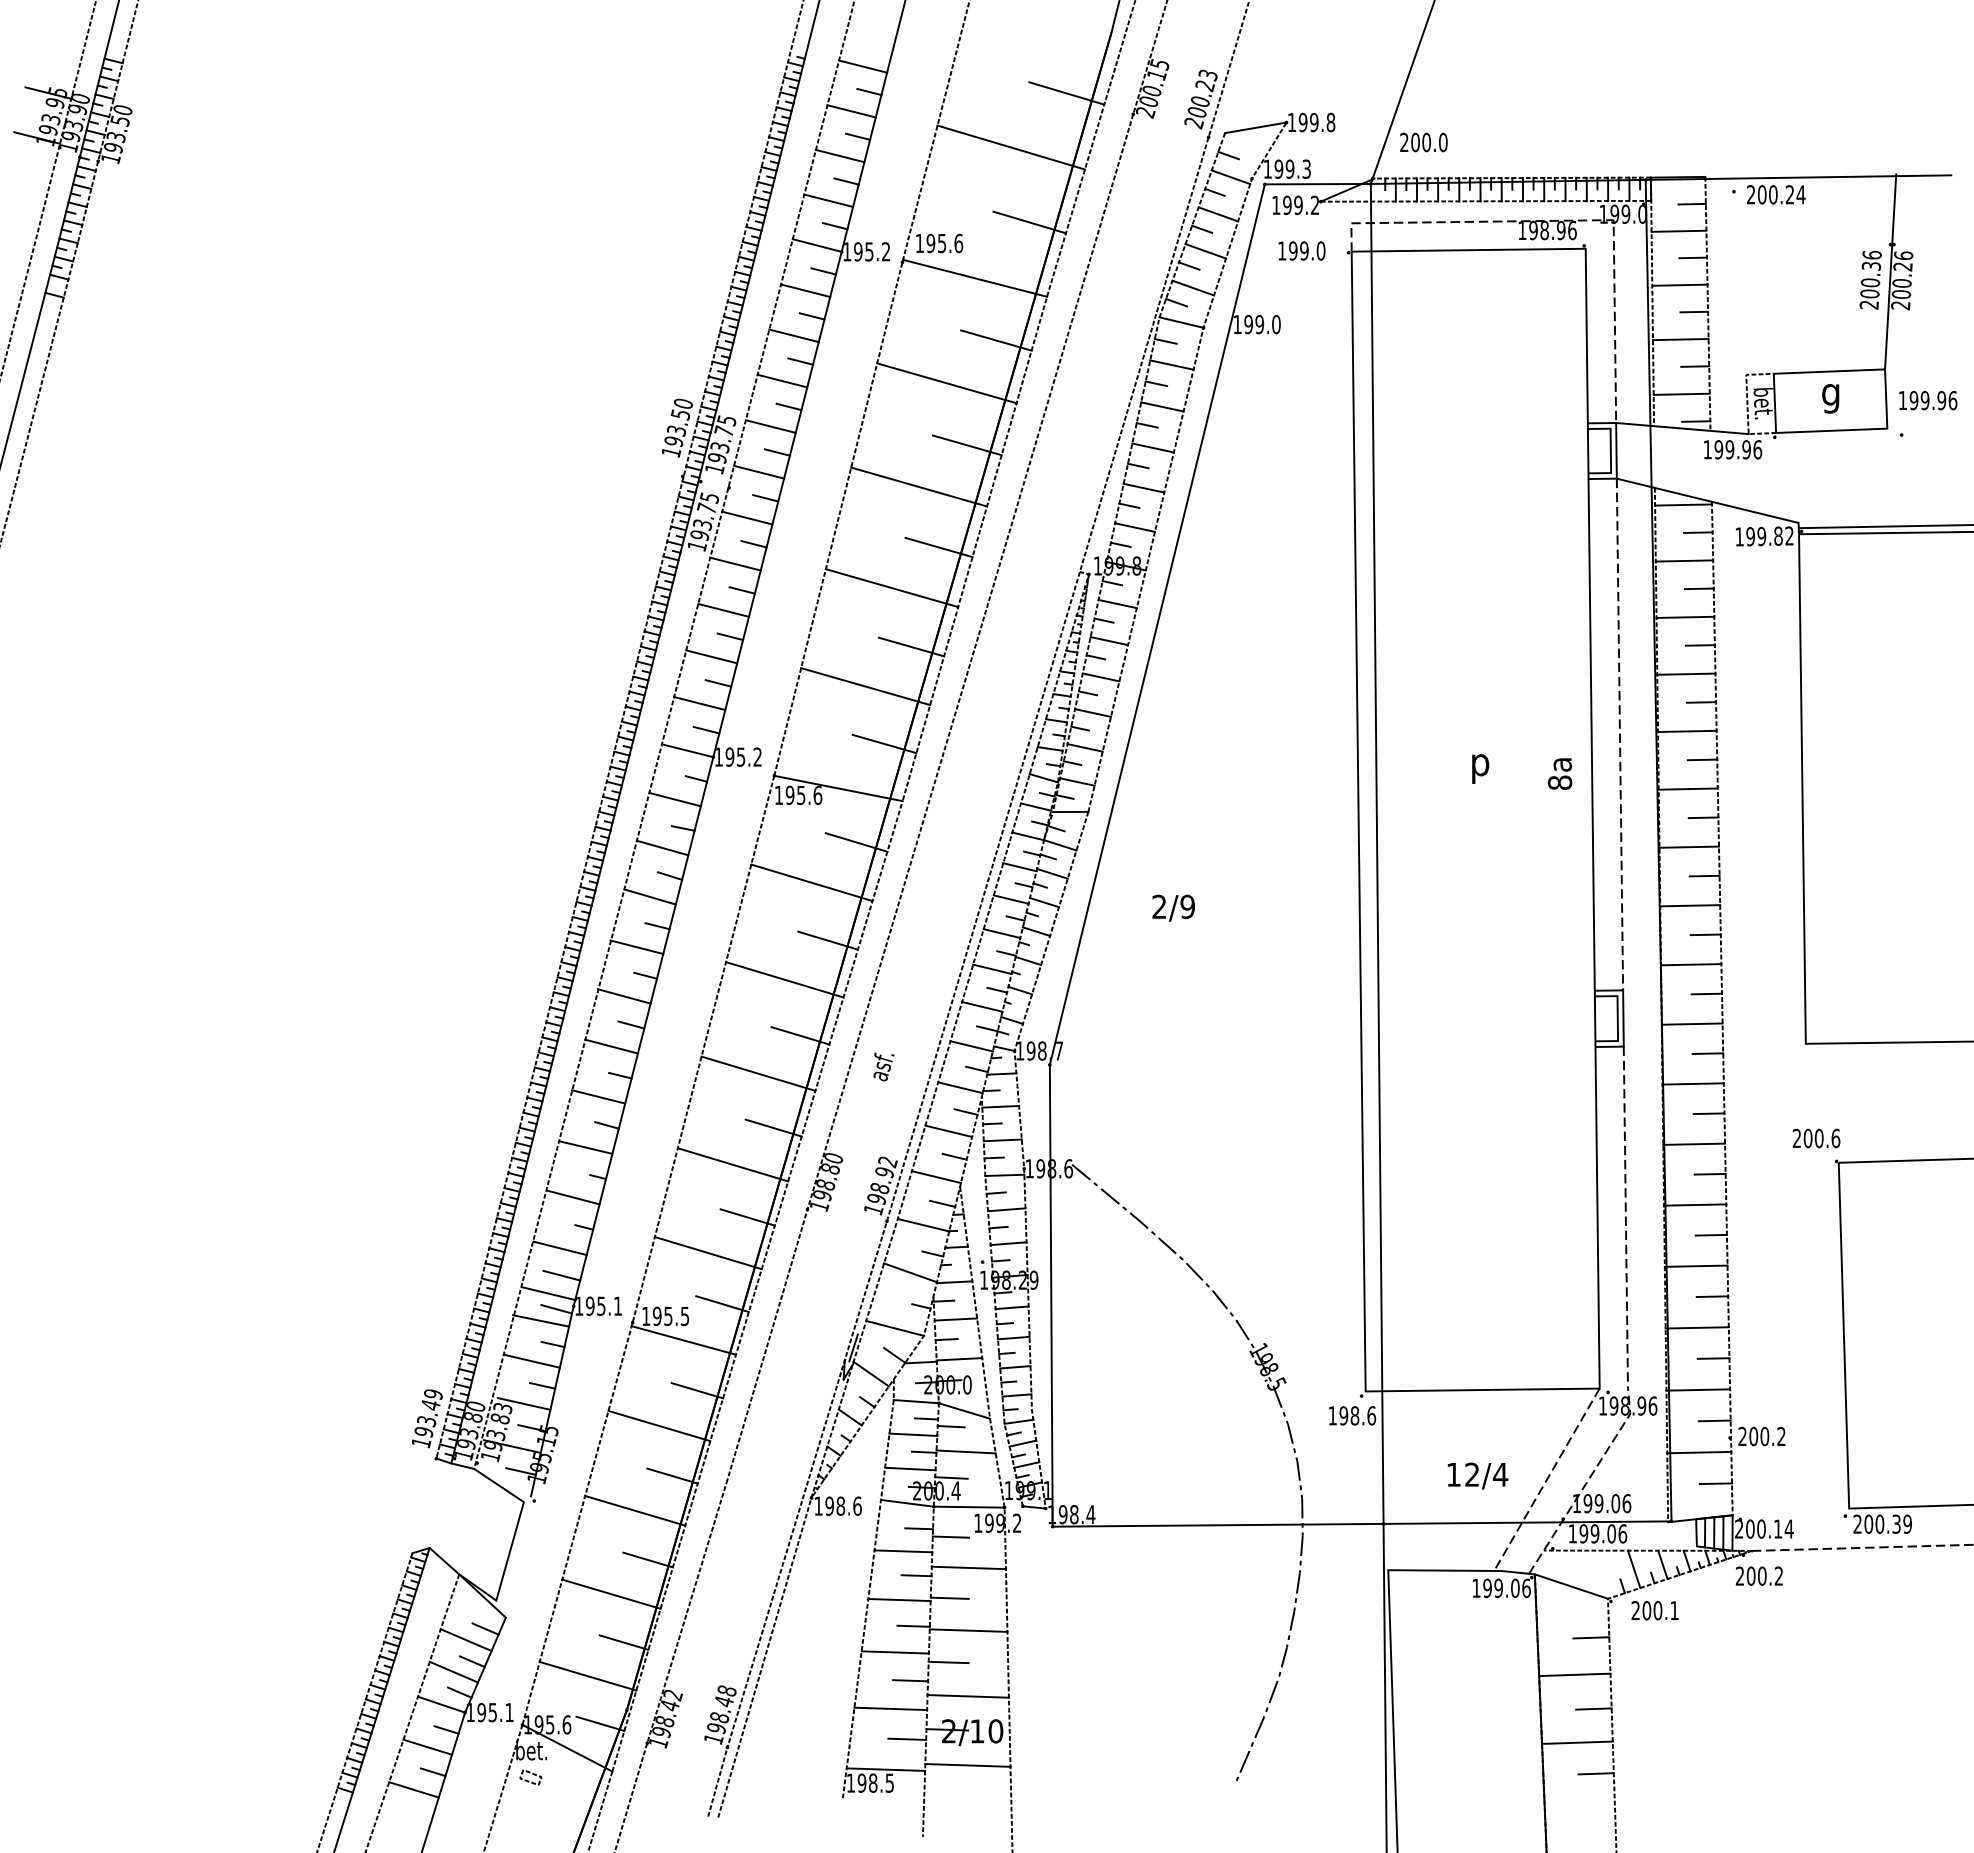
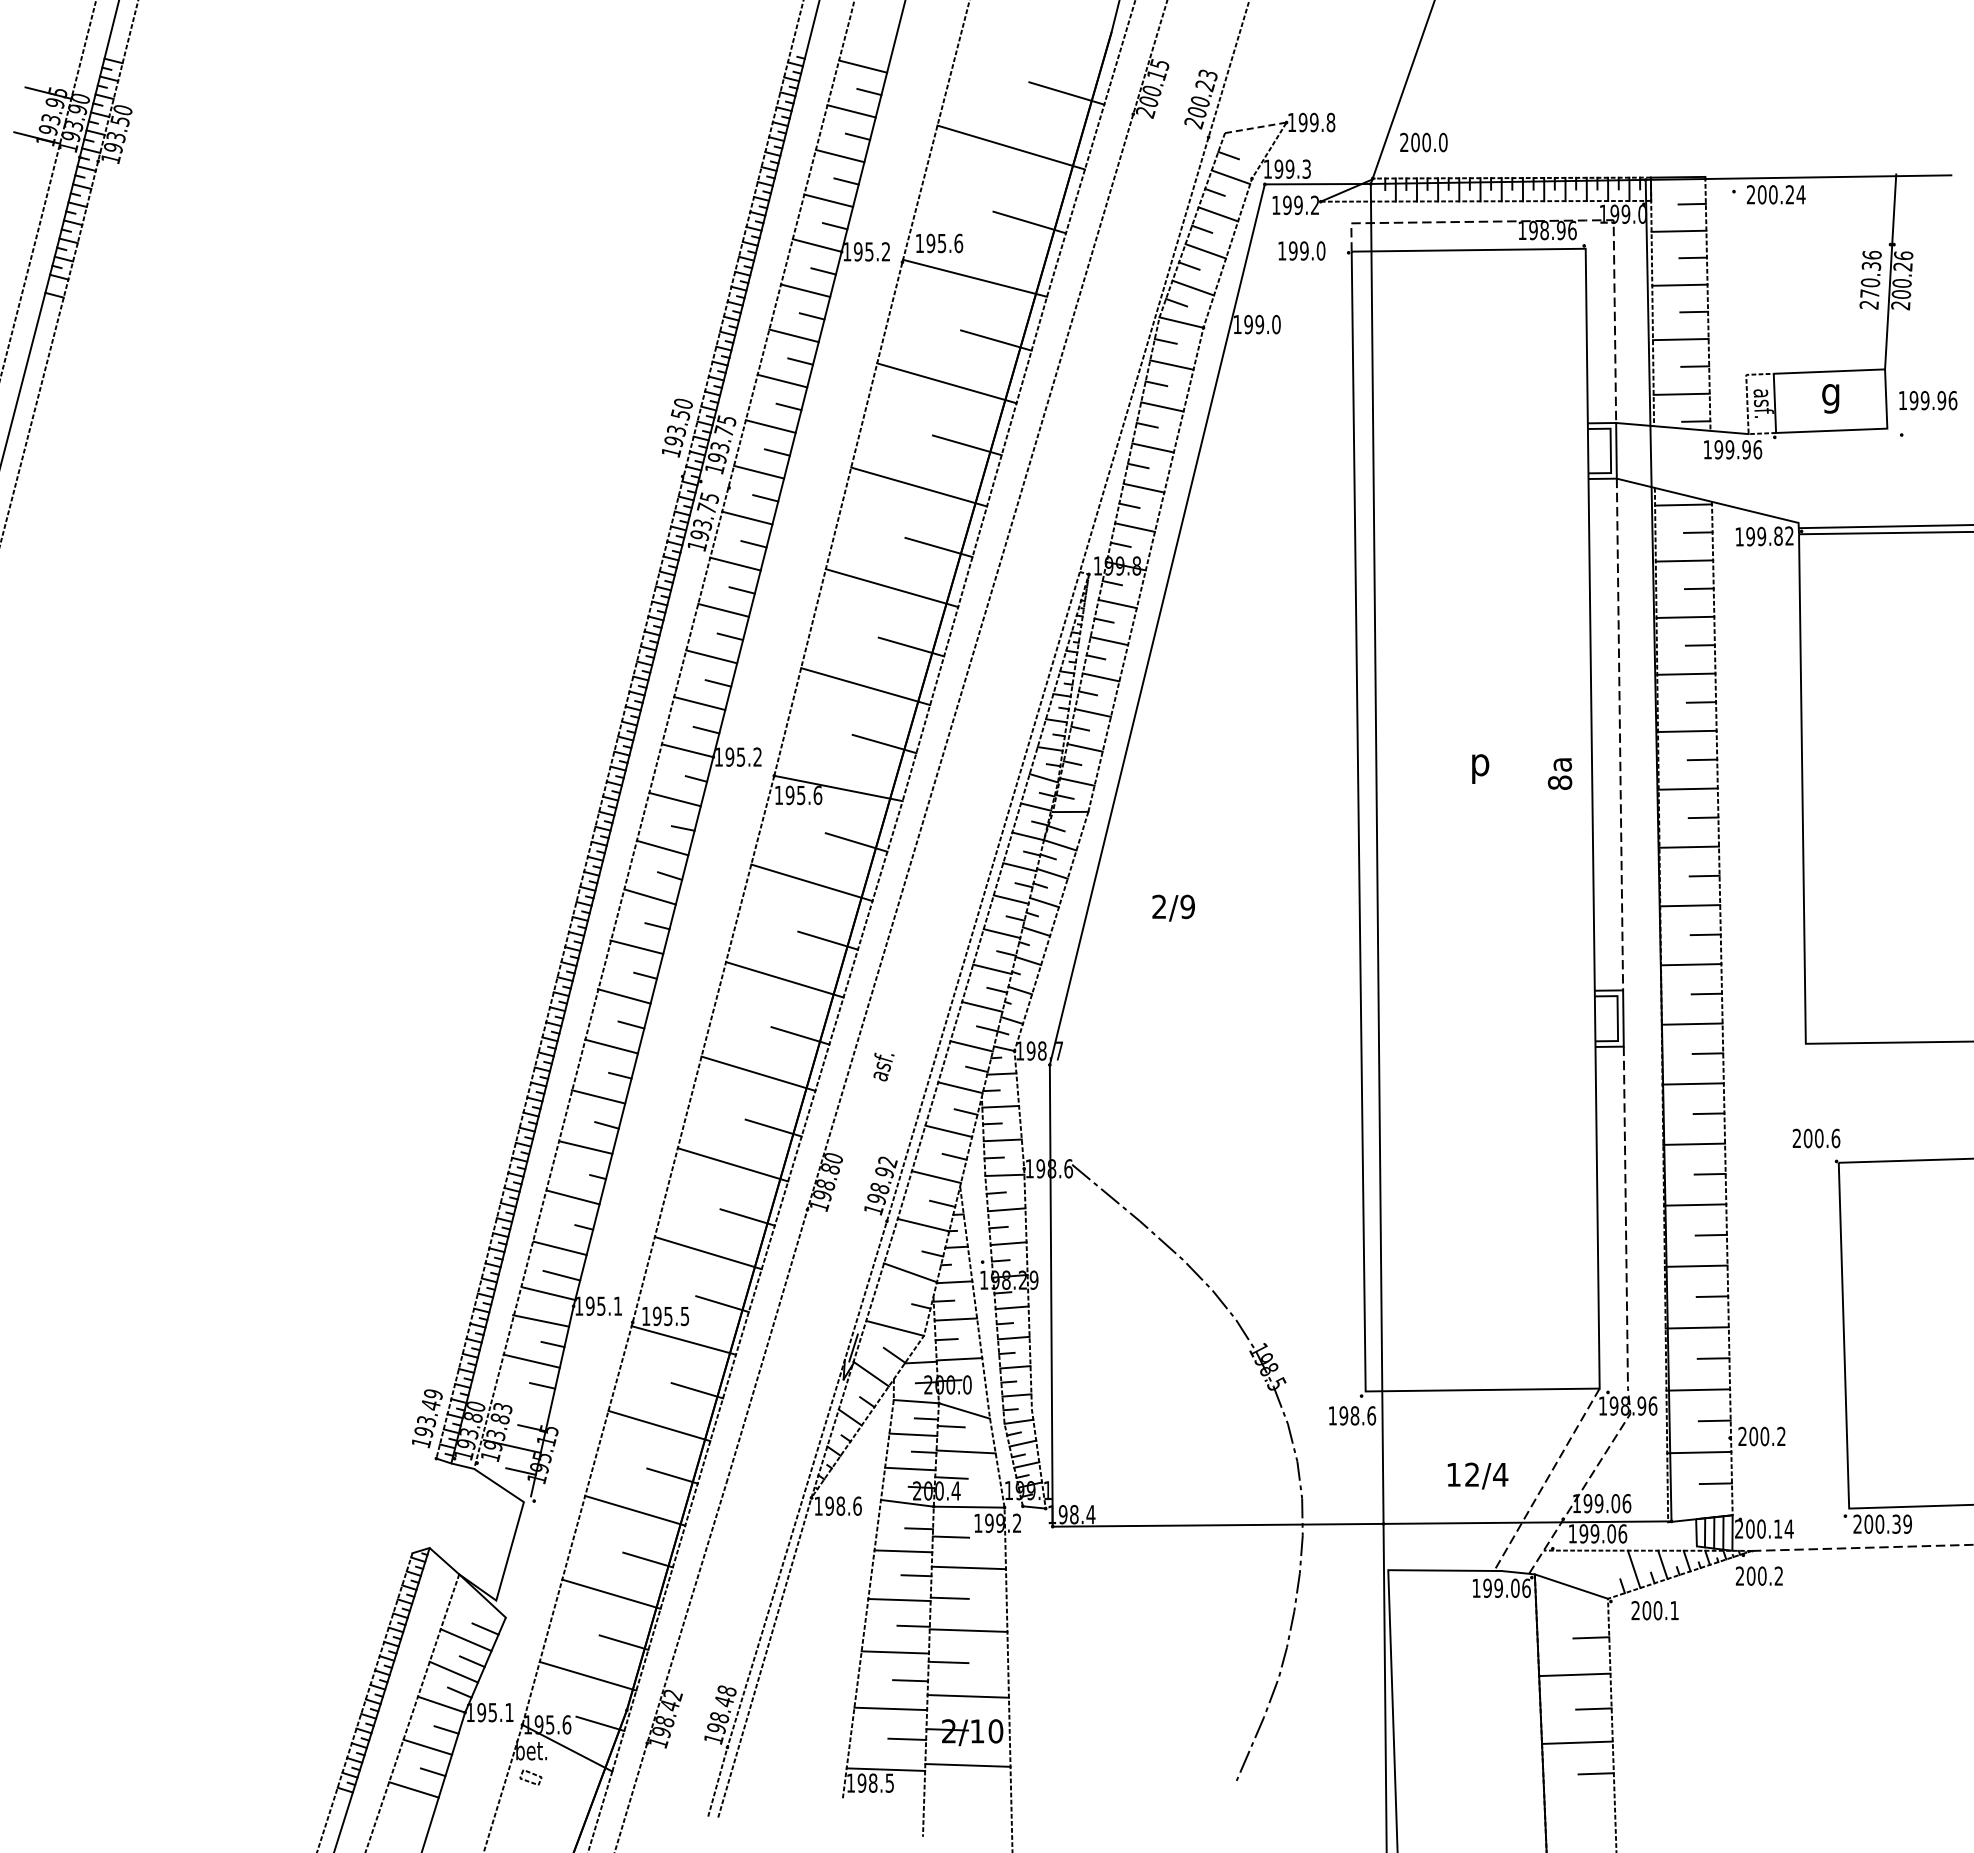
line at (1256, 127): solid -> dashed
text at (1869, 293): 200.36 -> 270.36
text at (1763, 403): bet. -> asf.
line at (556, 1309): present -> none
line at (524, 1403): present -> none
